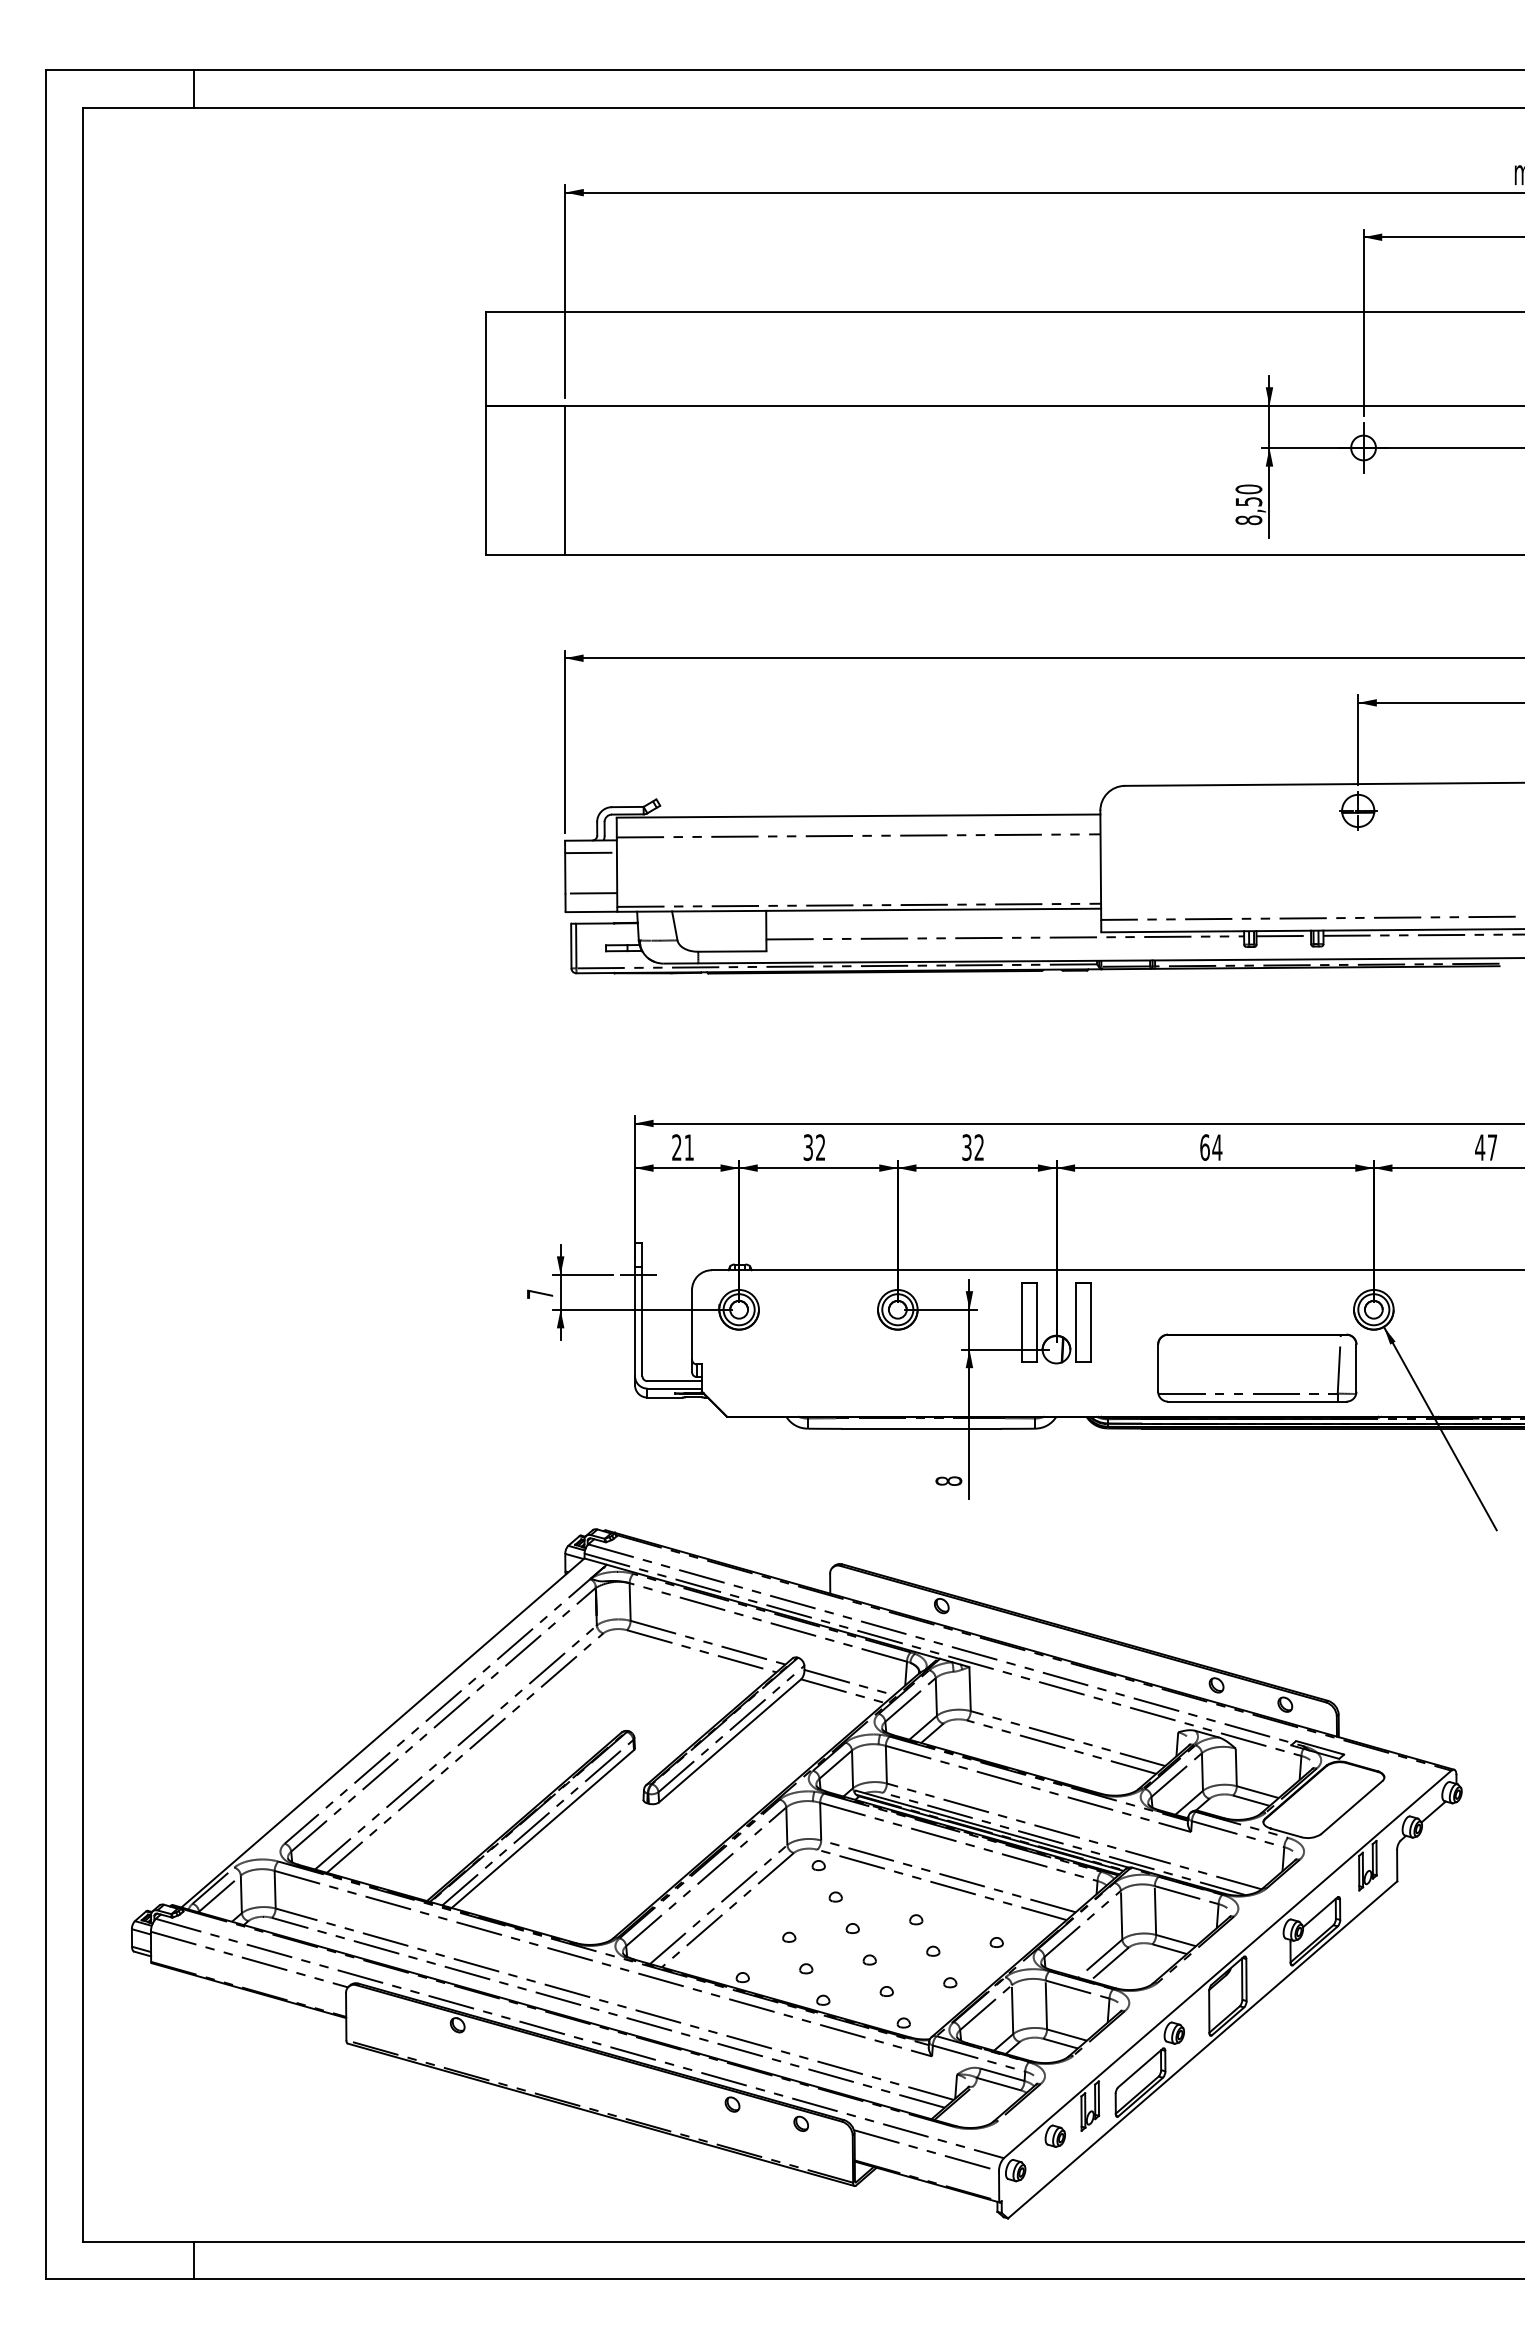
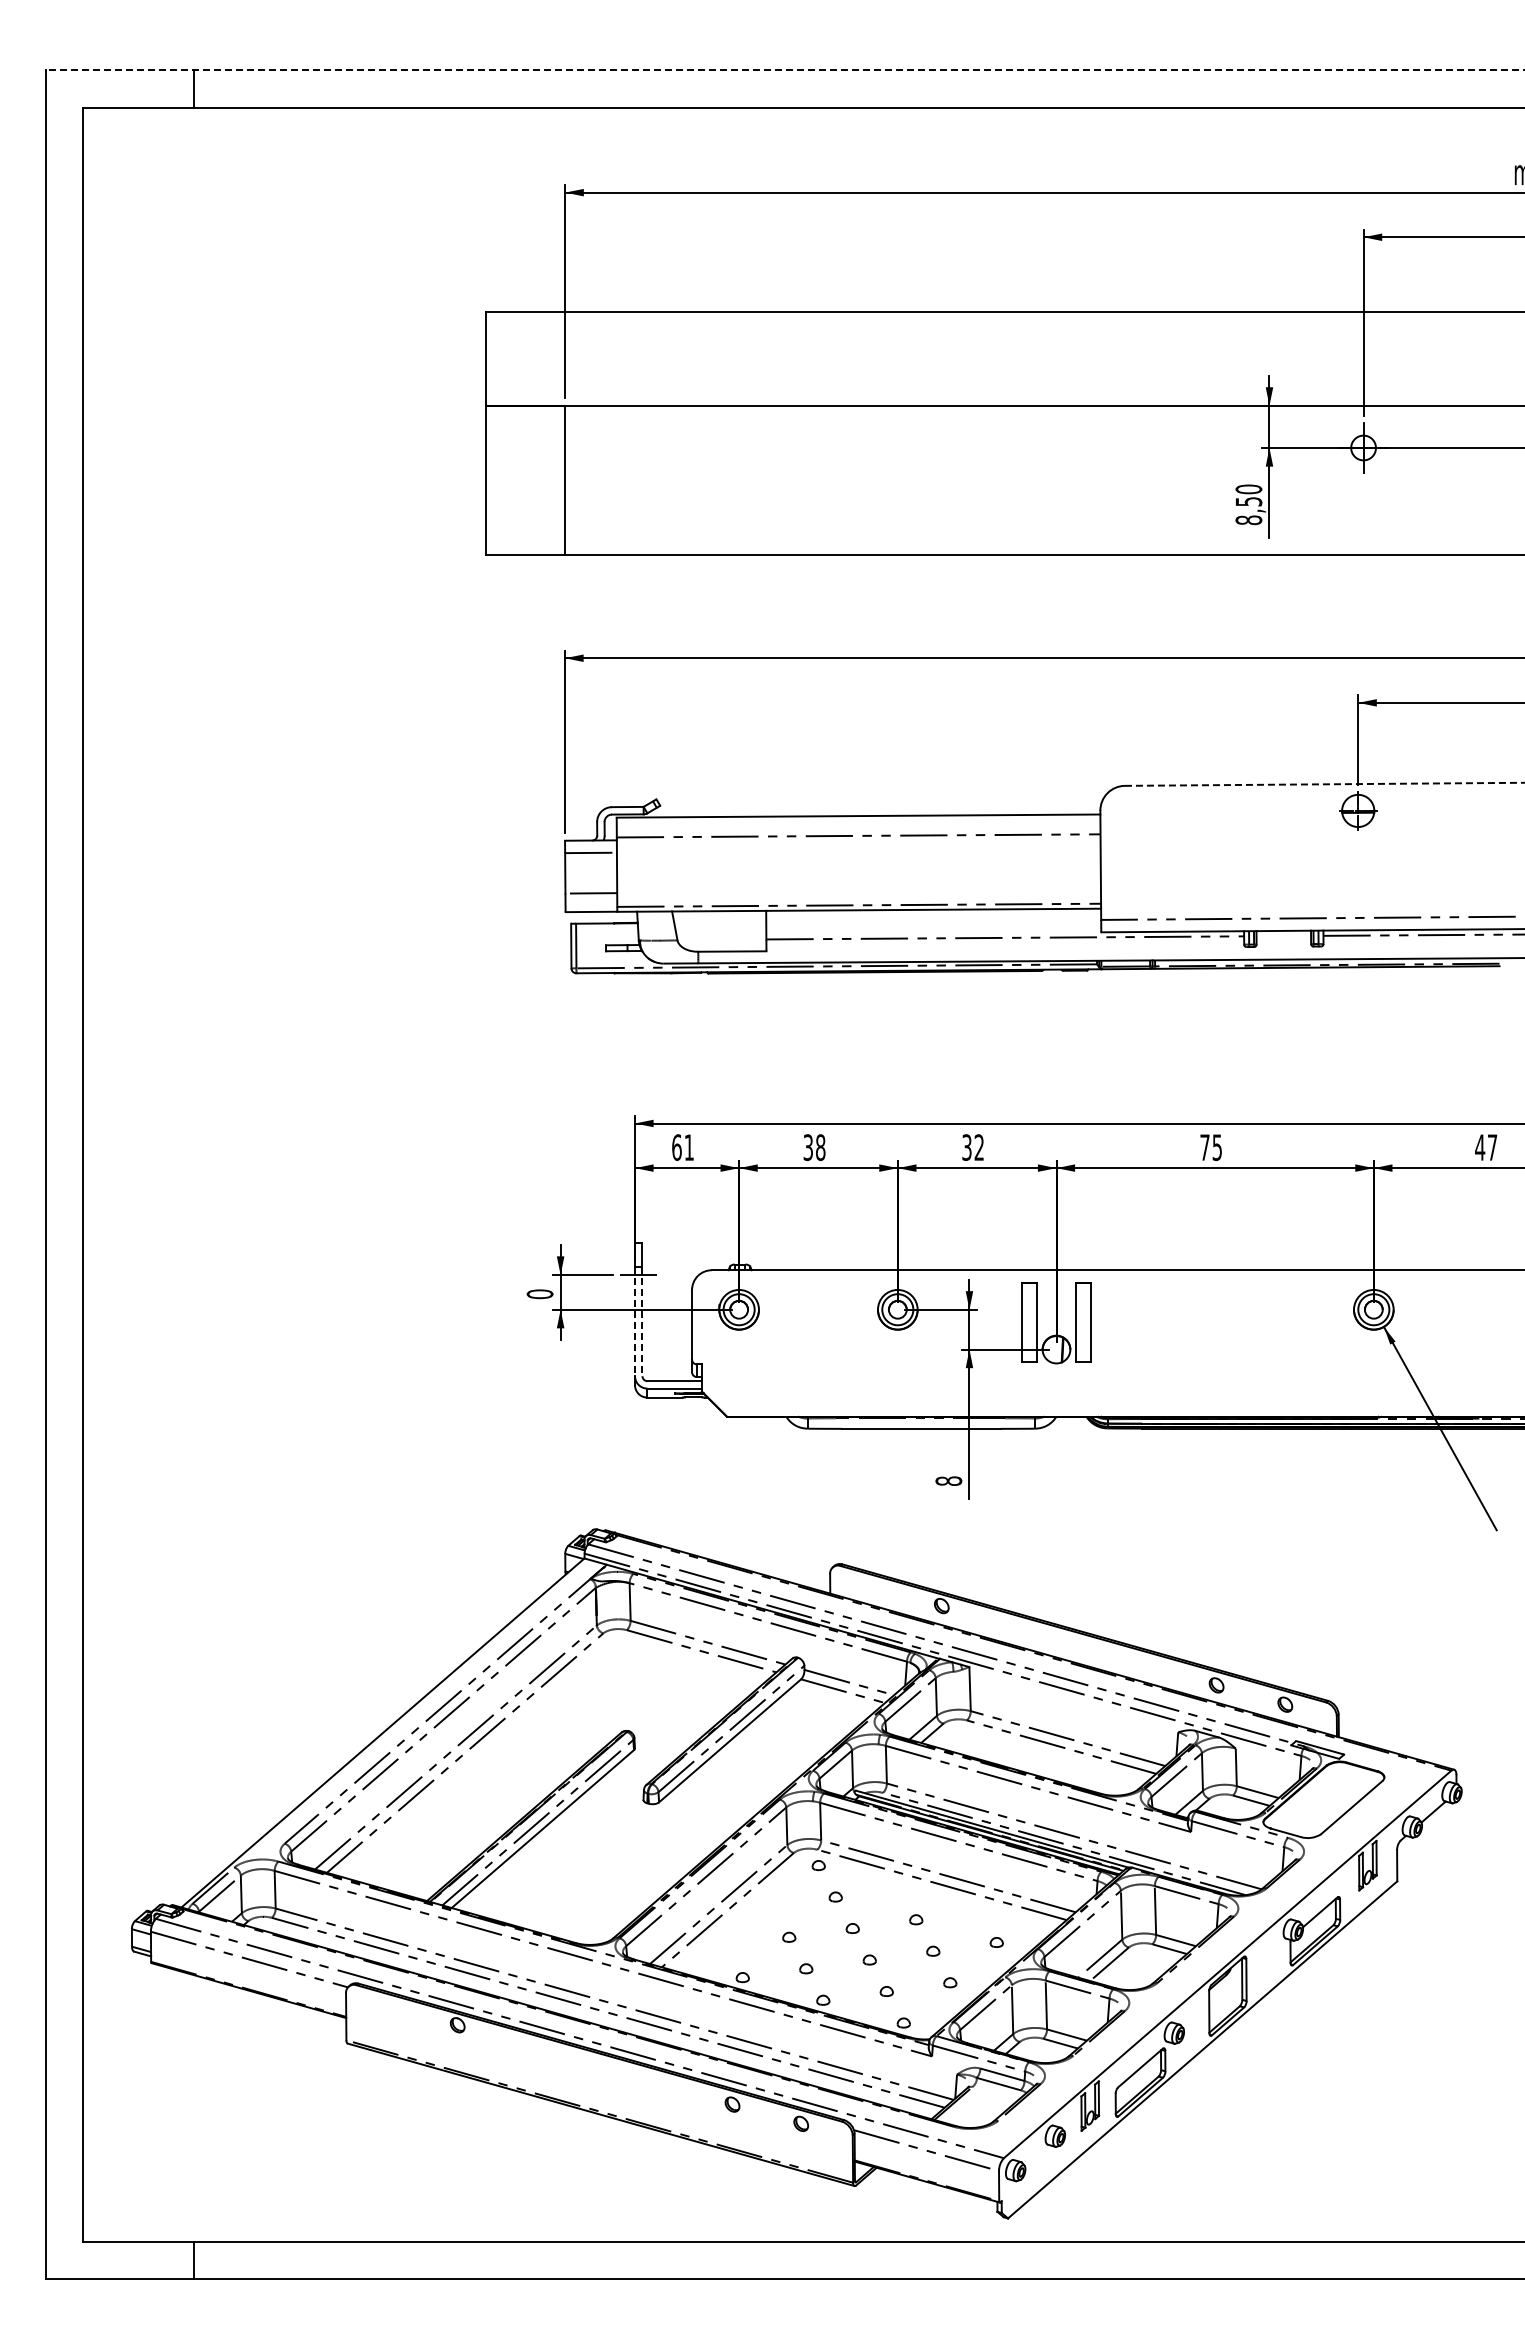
line at (784, 70): solid -> dashed
line at (1324, 784): solid -> dashed
line at (1283, 935): present -> none
text at (676, 1147): 21 -> 61
text at (820, 1147): 32 -> 38
text at (1211, 1147): 64 -> 75
text at (539, 1294): 7 -> 0
line at (635, 1321): solid -> dashed
line at (642, 1321): solid -> dashed
part at (1257, 1367): present -> none
